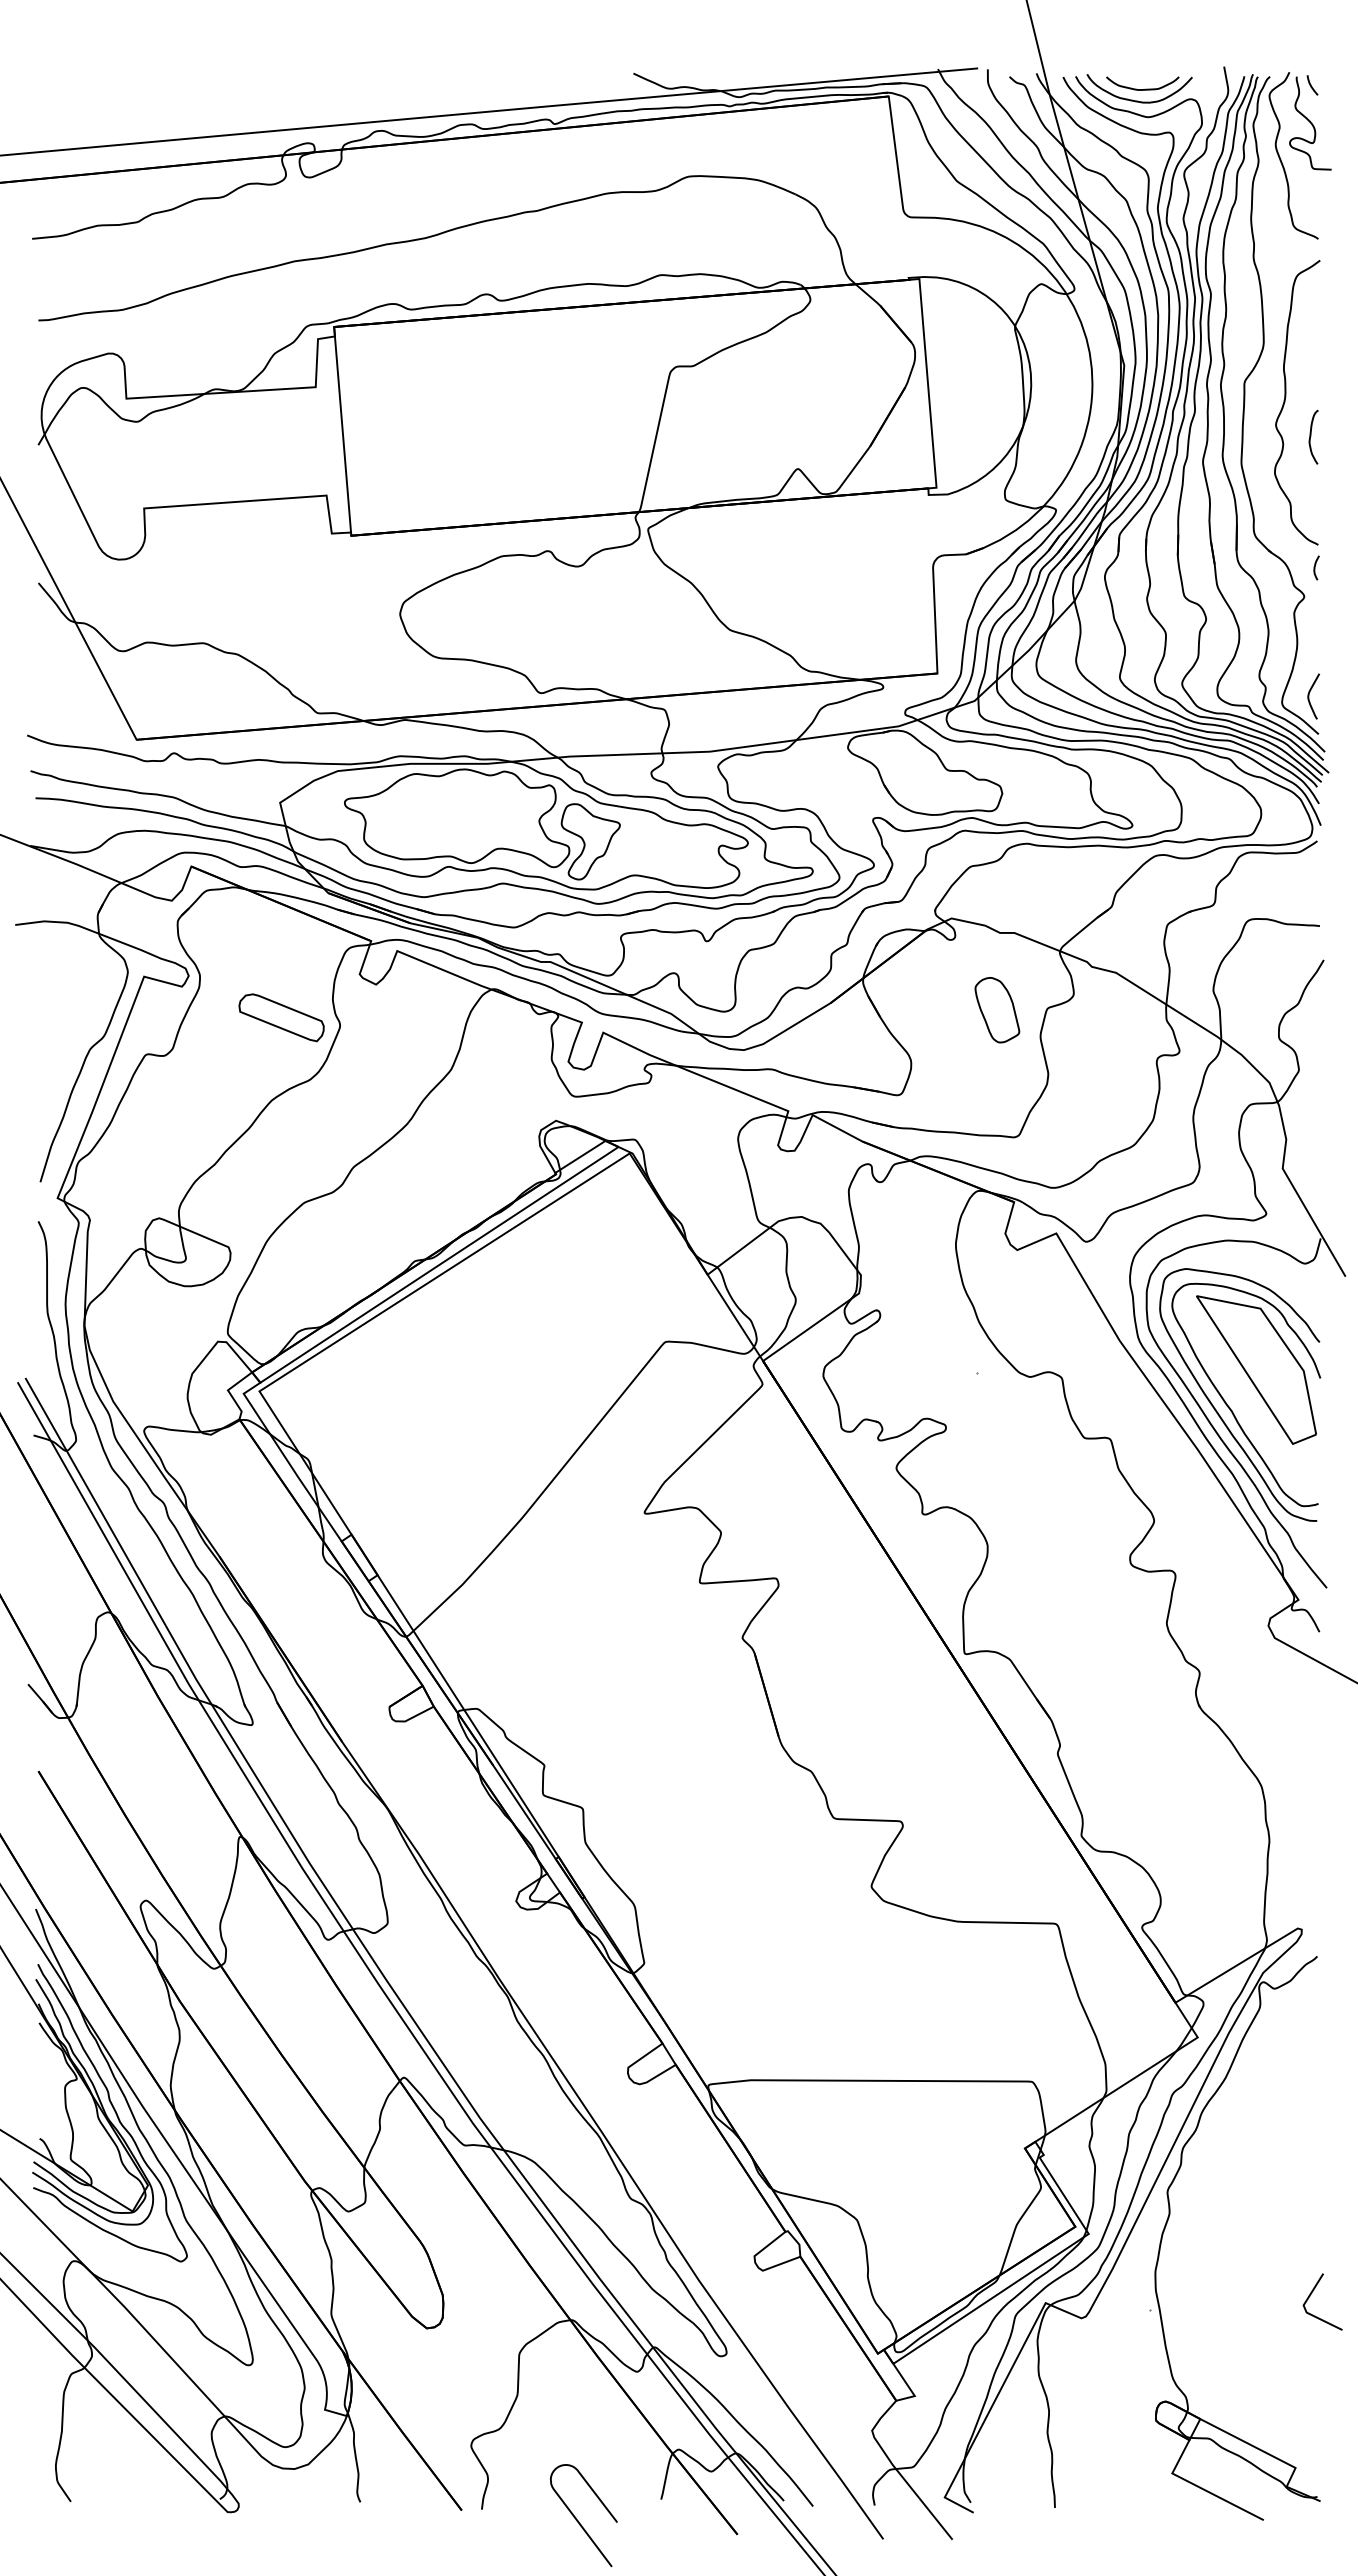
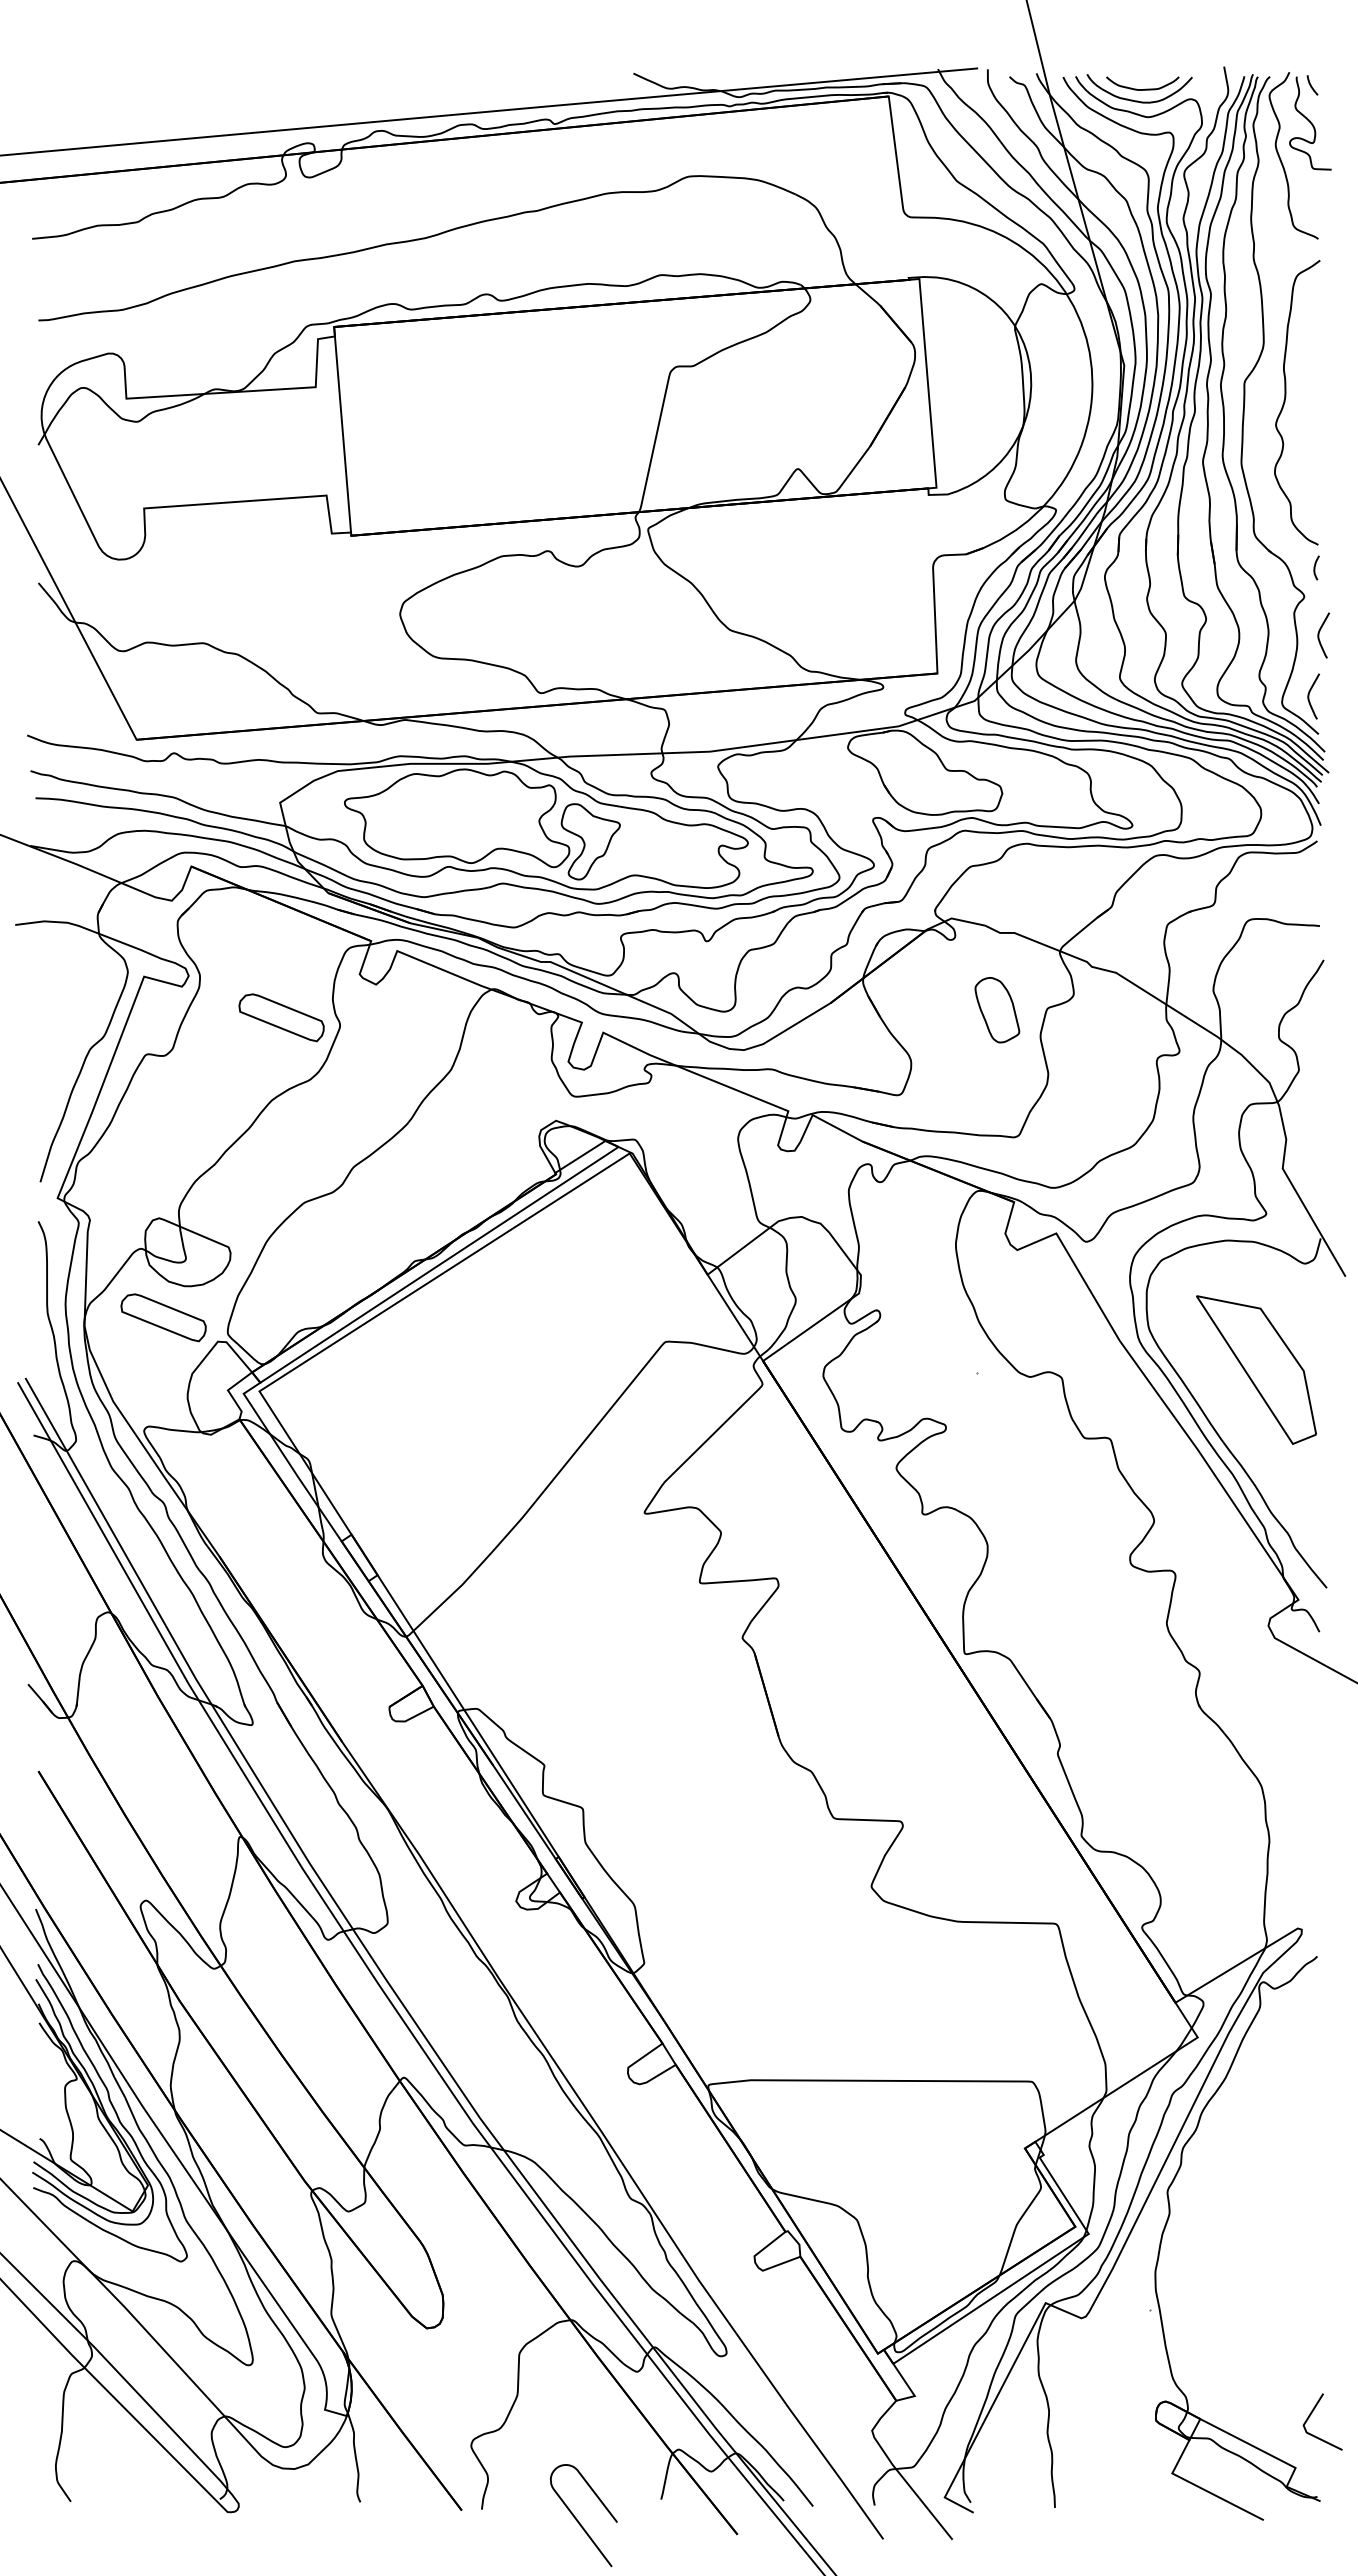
curve at (1311, 436): present -> none
curve at (1319, 635): none -> present
part at (163, 1317): none -> present
part at (1227, 1403): present -> none
line at (1312, 2293) position: (1312, 2293) -> (1312, 2413)
